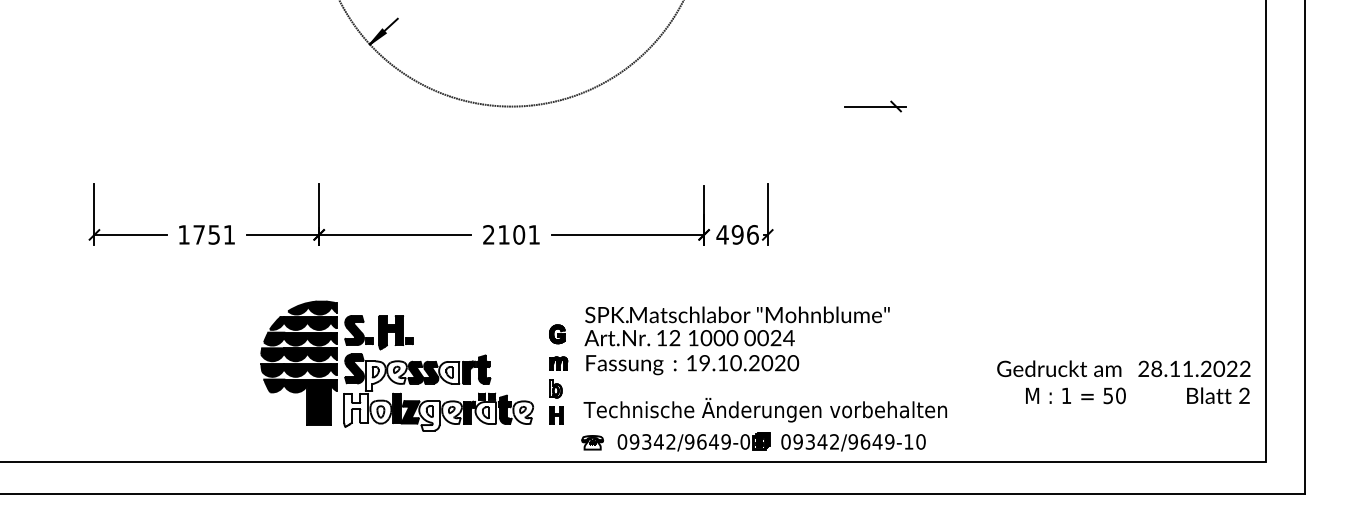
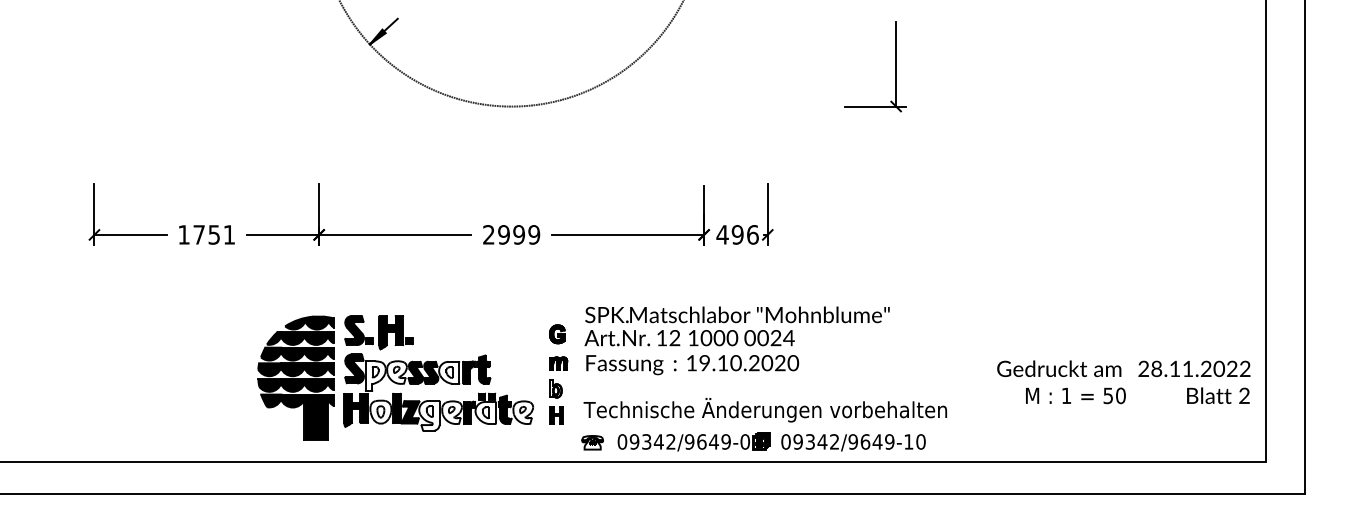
line at (896, 63): none -> present
text at (519, 234): 2101 -> 2999
part at (298, 362) position: (298, 362) -> (295, 377)
fill at (356, 409): none -> present
